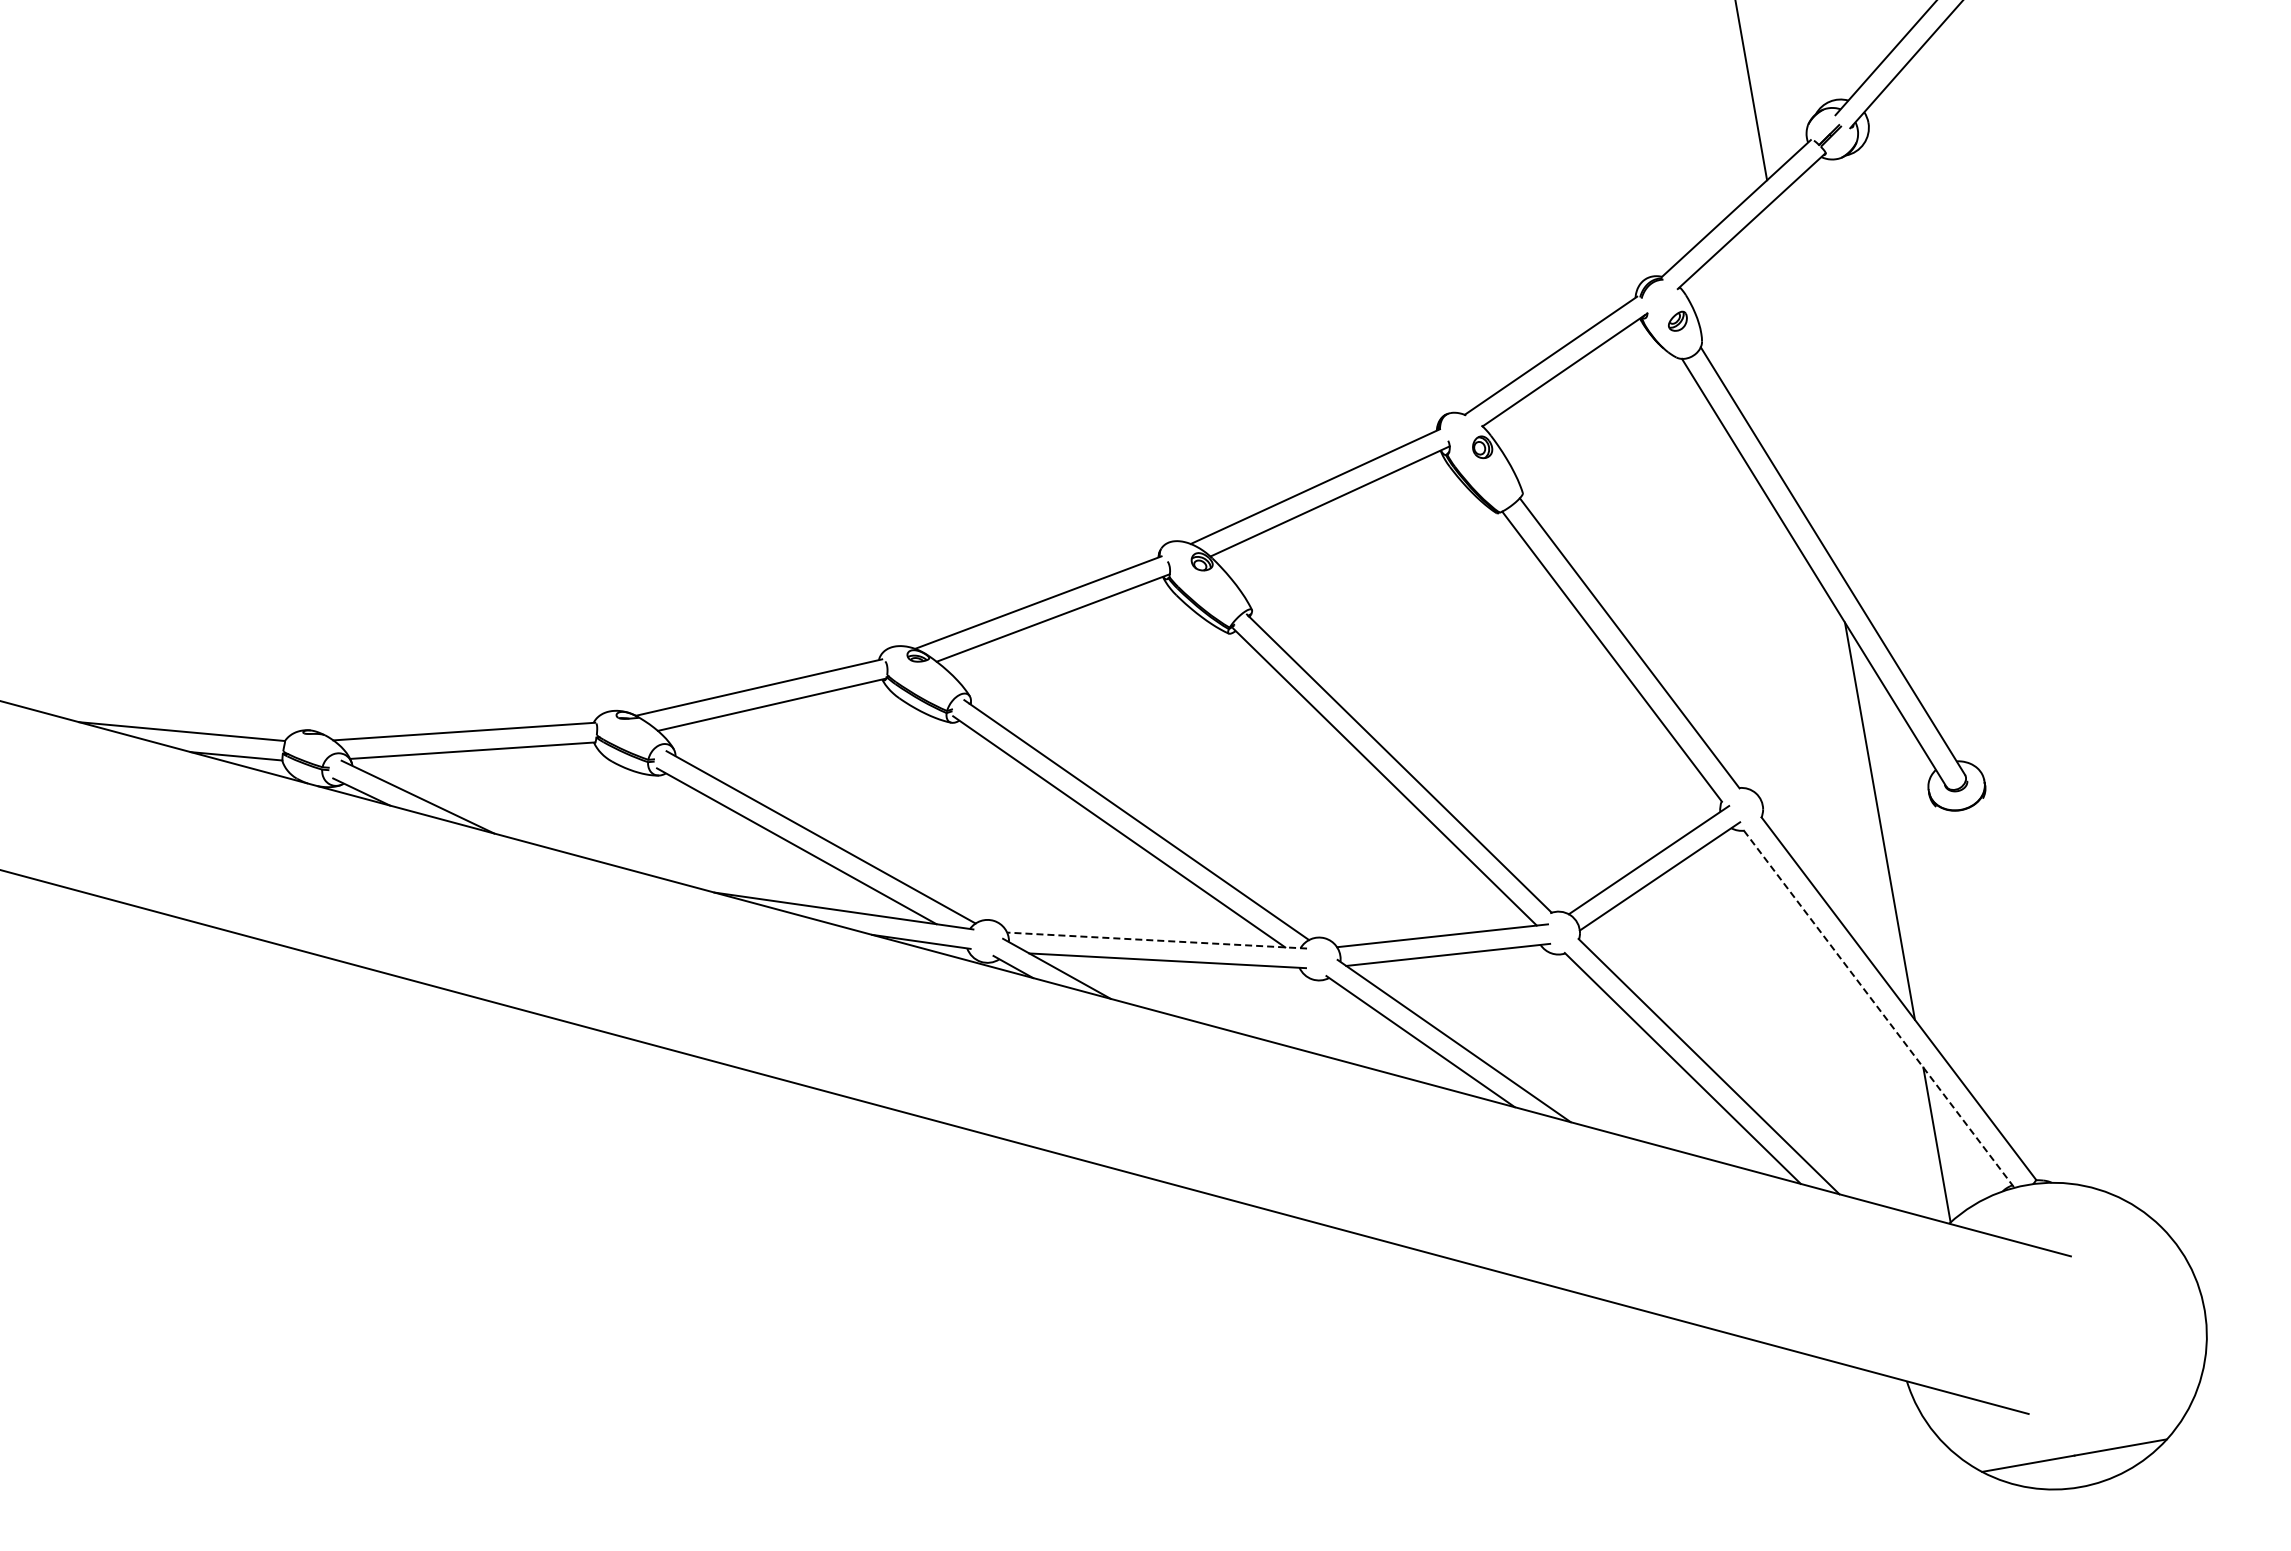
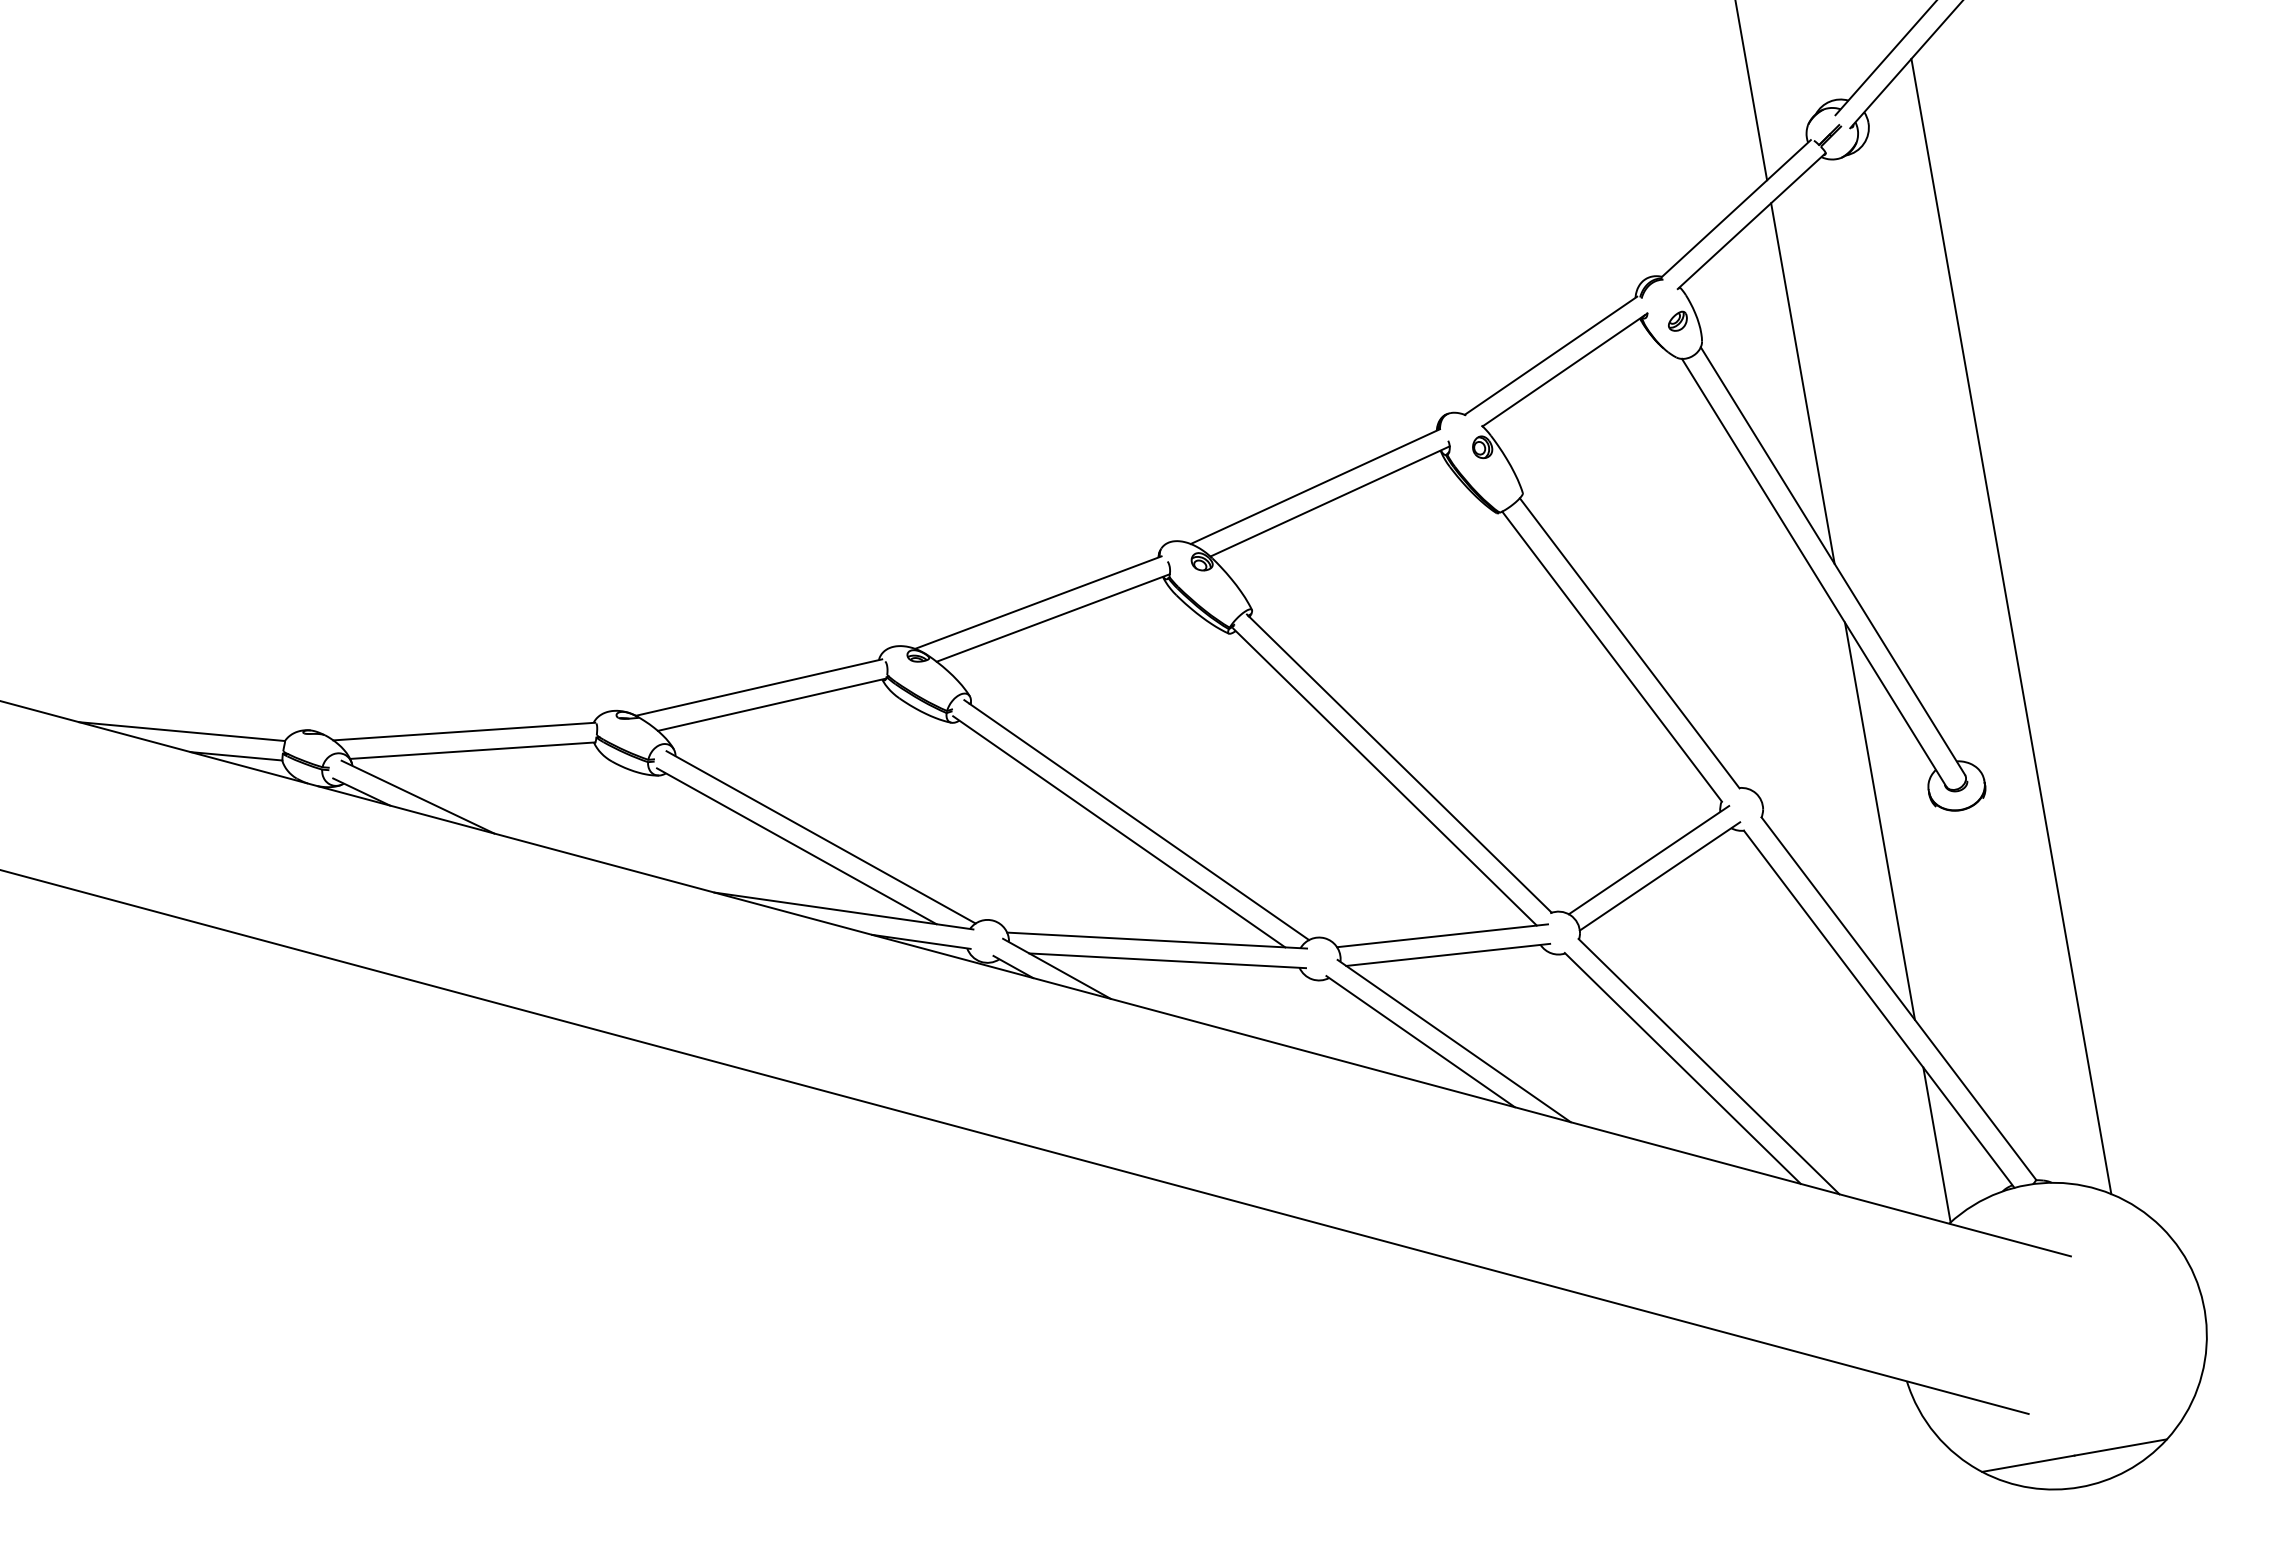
line at (1802, 383): none -> present
line at (2011, 626): none -> present
line at (1156, 940): dashed -> solid
line at (1879, 1009): dashed -> solid
